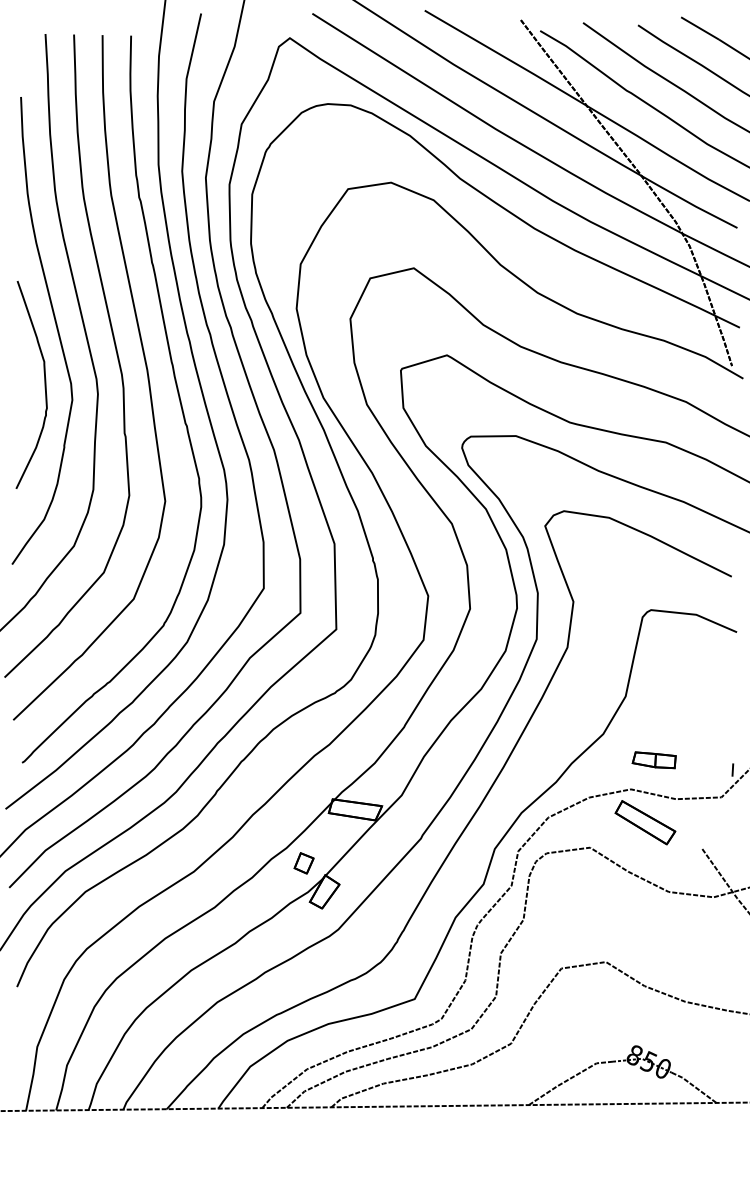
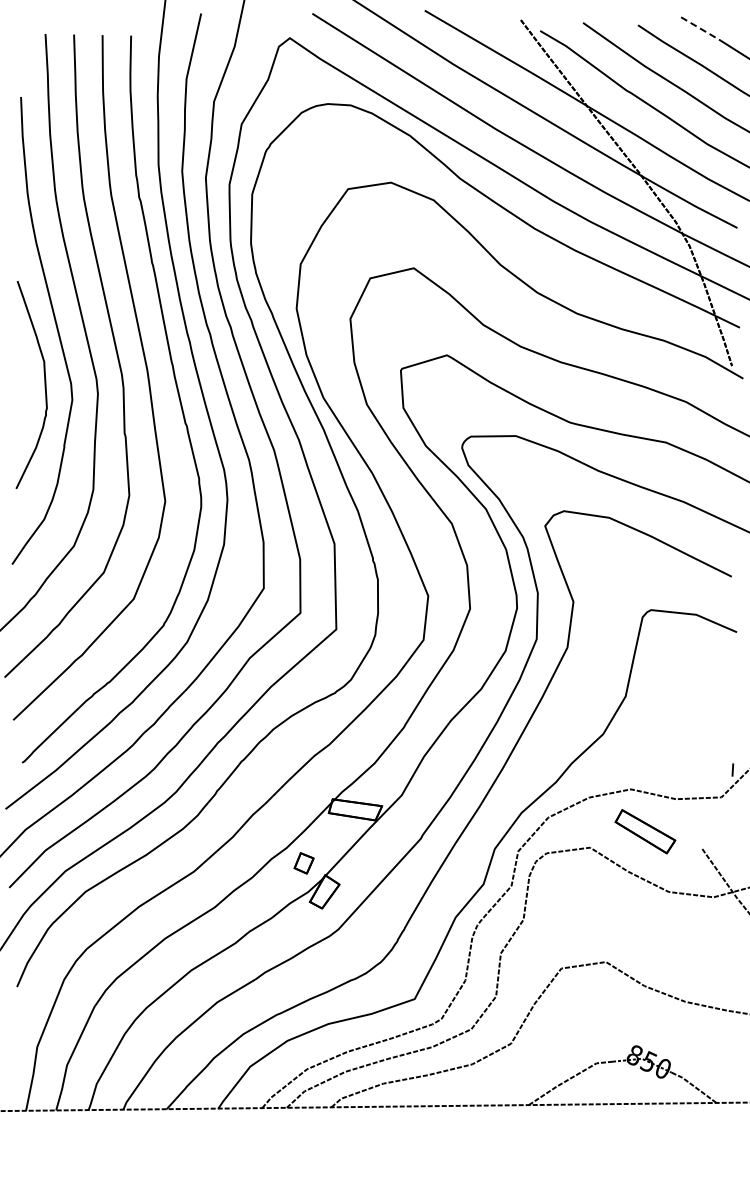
line at (700, 28): solid -> dashed
part at (653, 760): present -> none
part at (645, 822) position: (645, 822) -> (645, 831)
